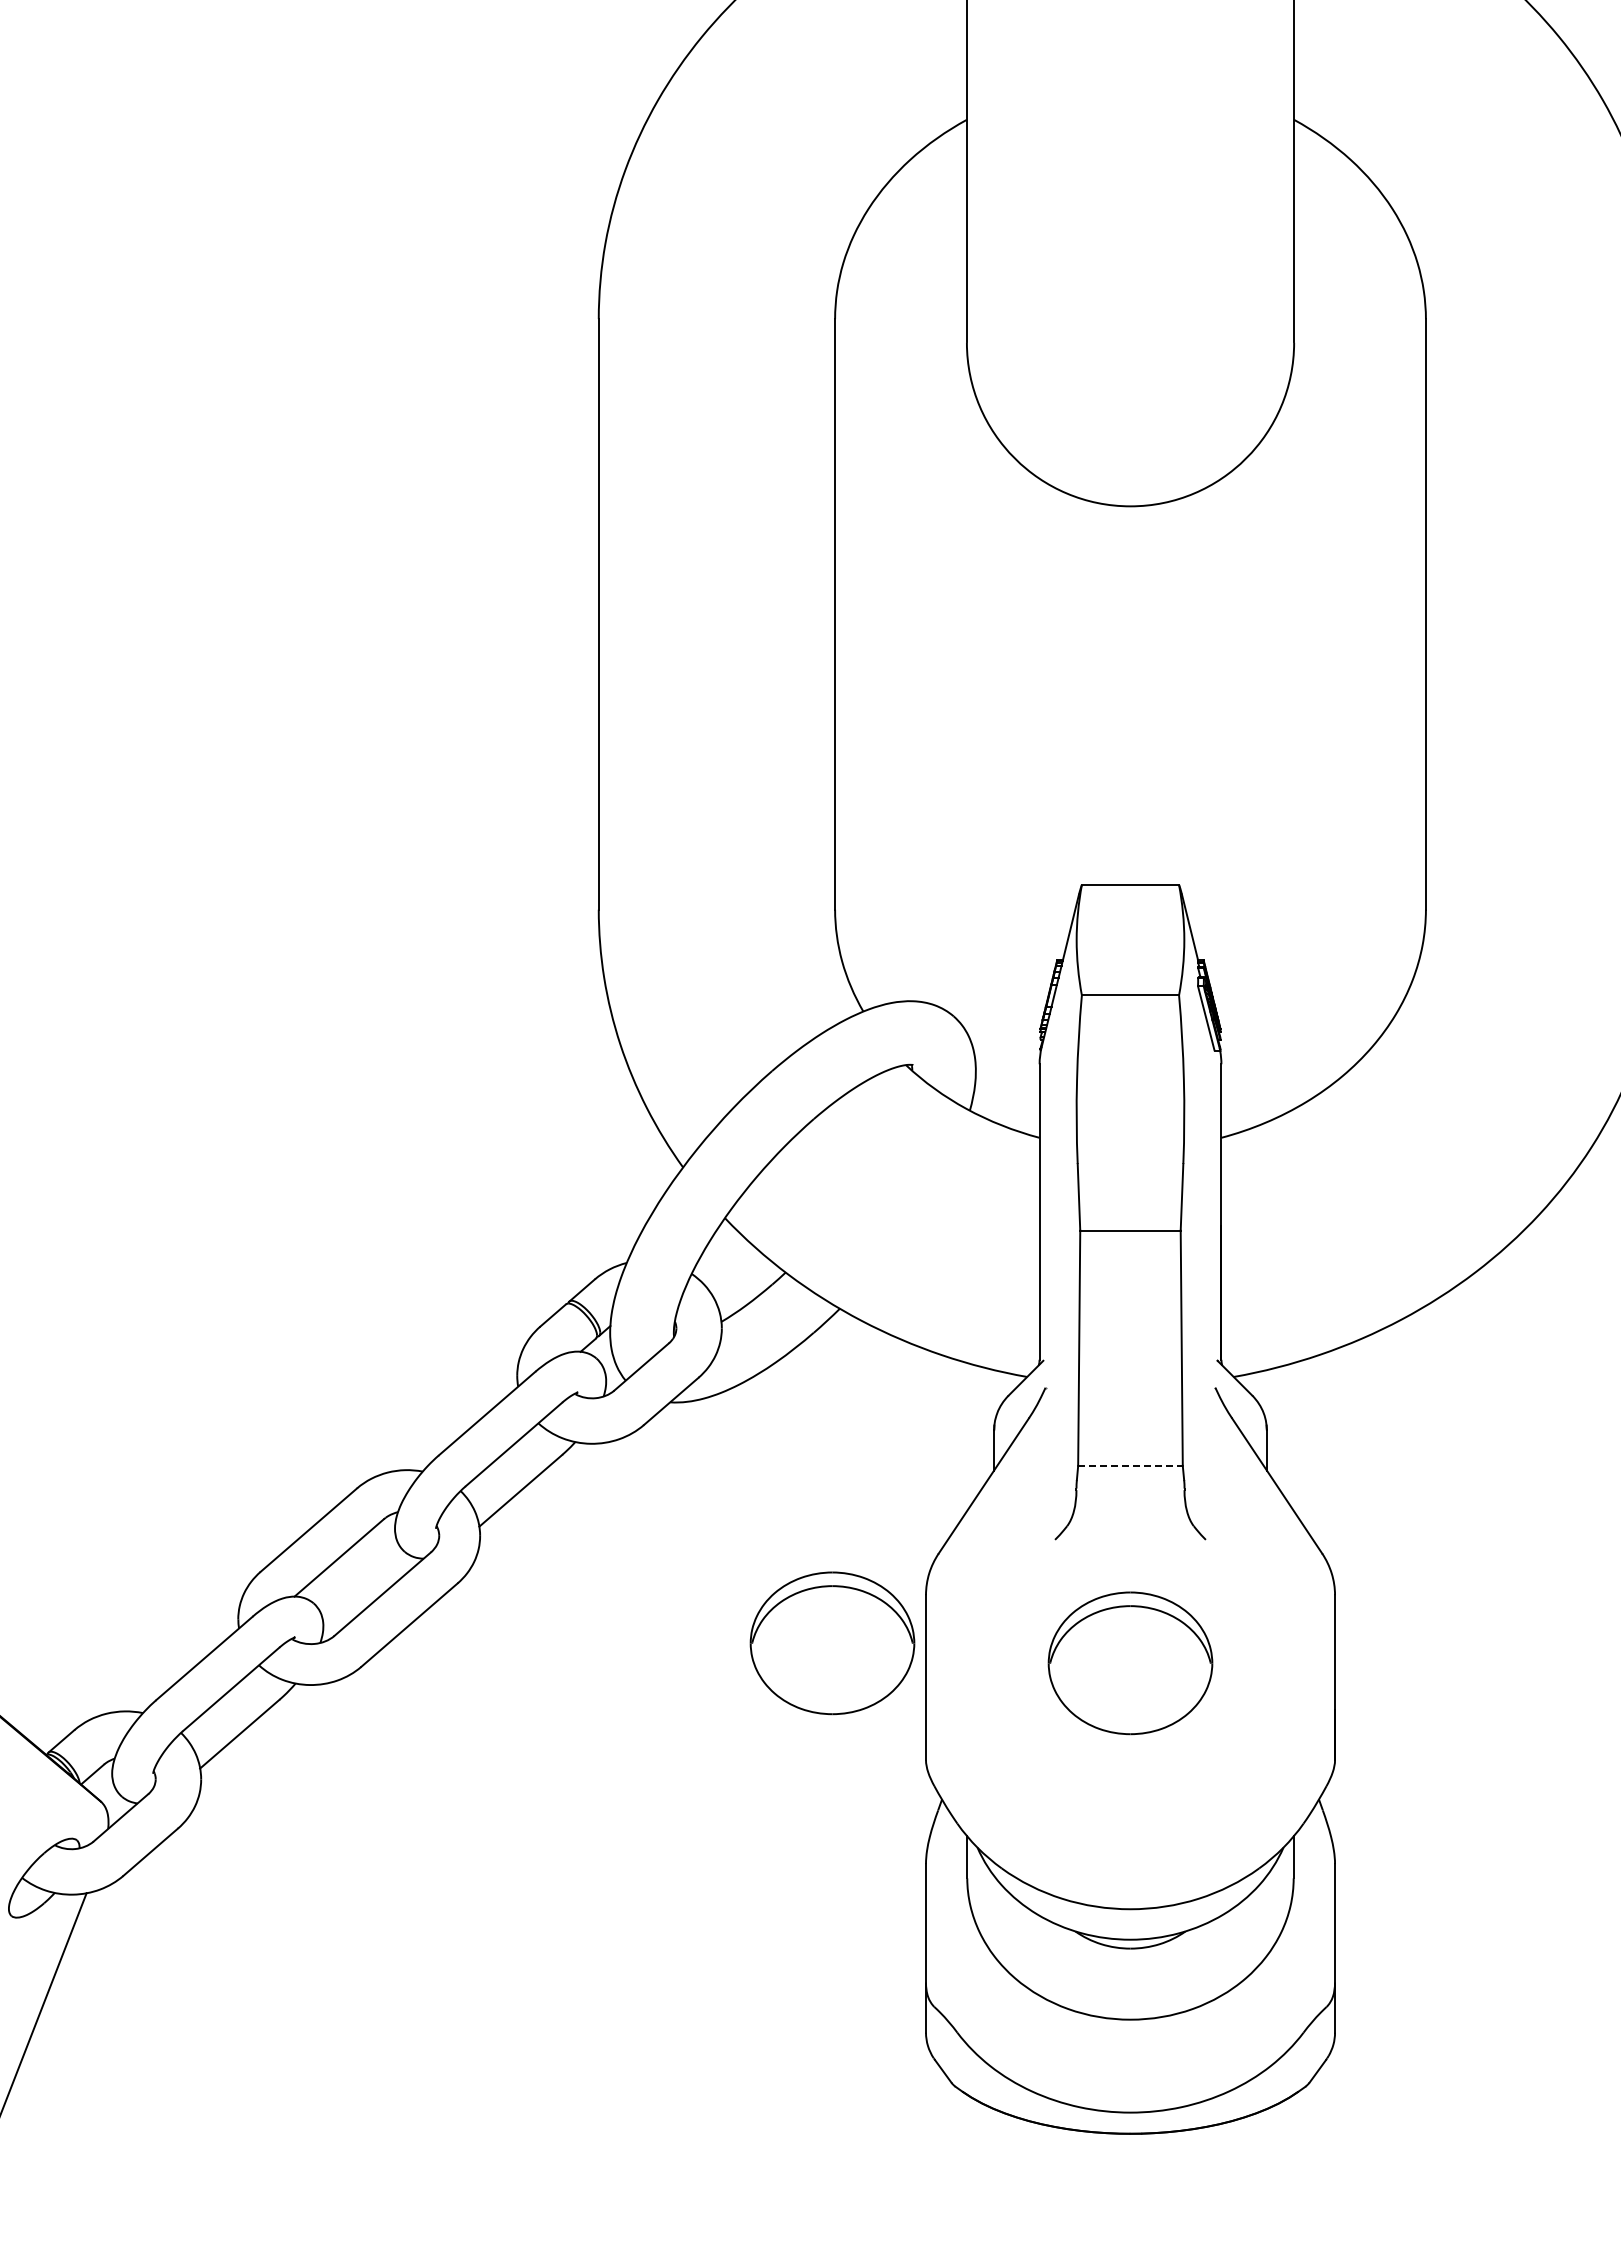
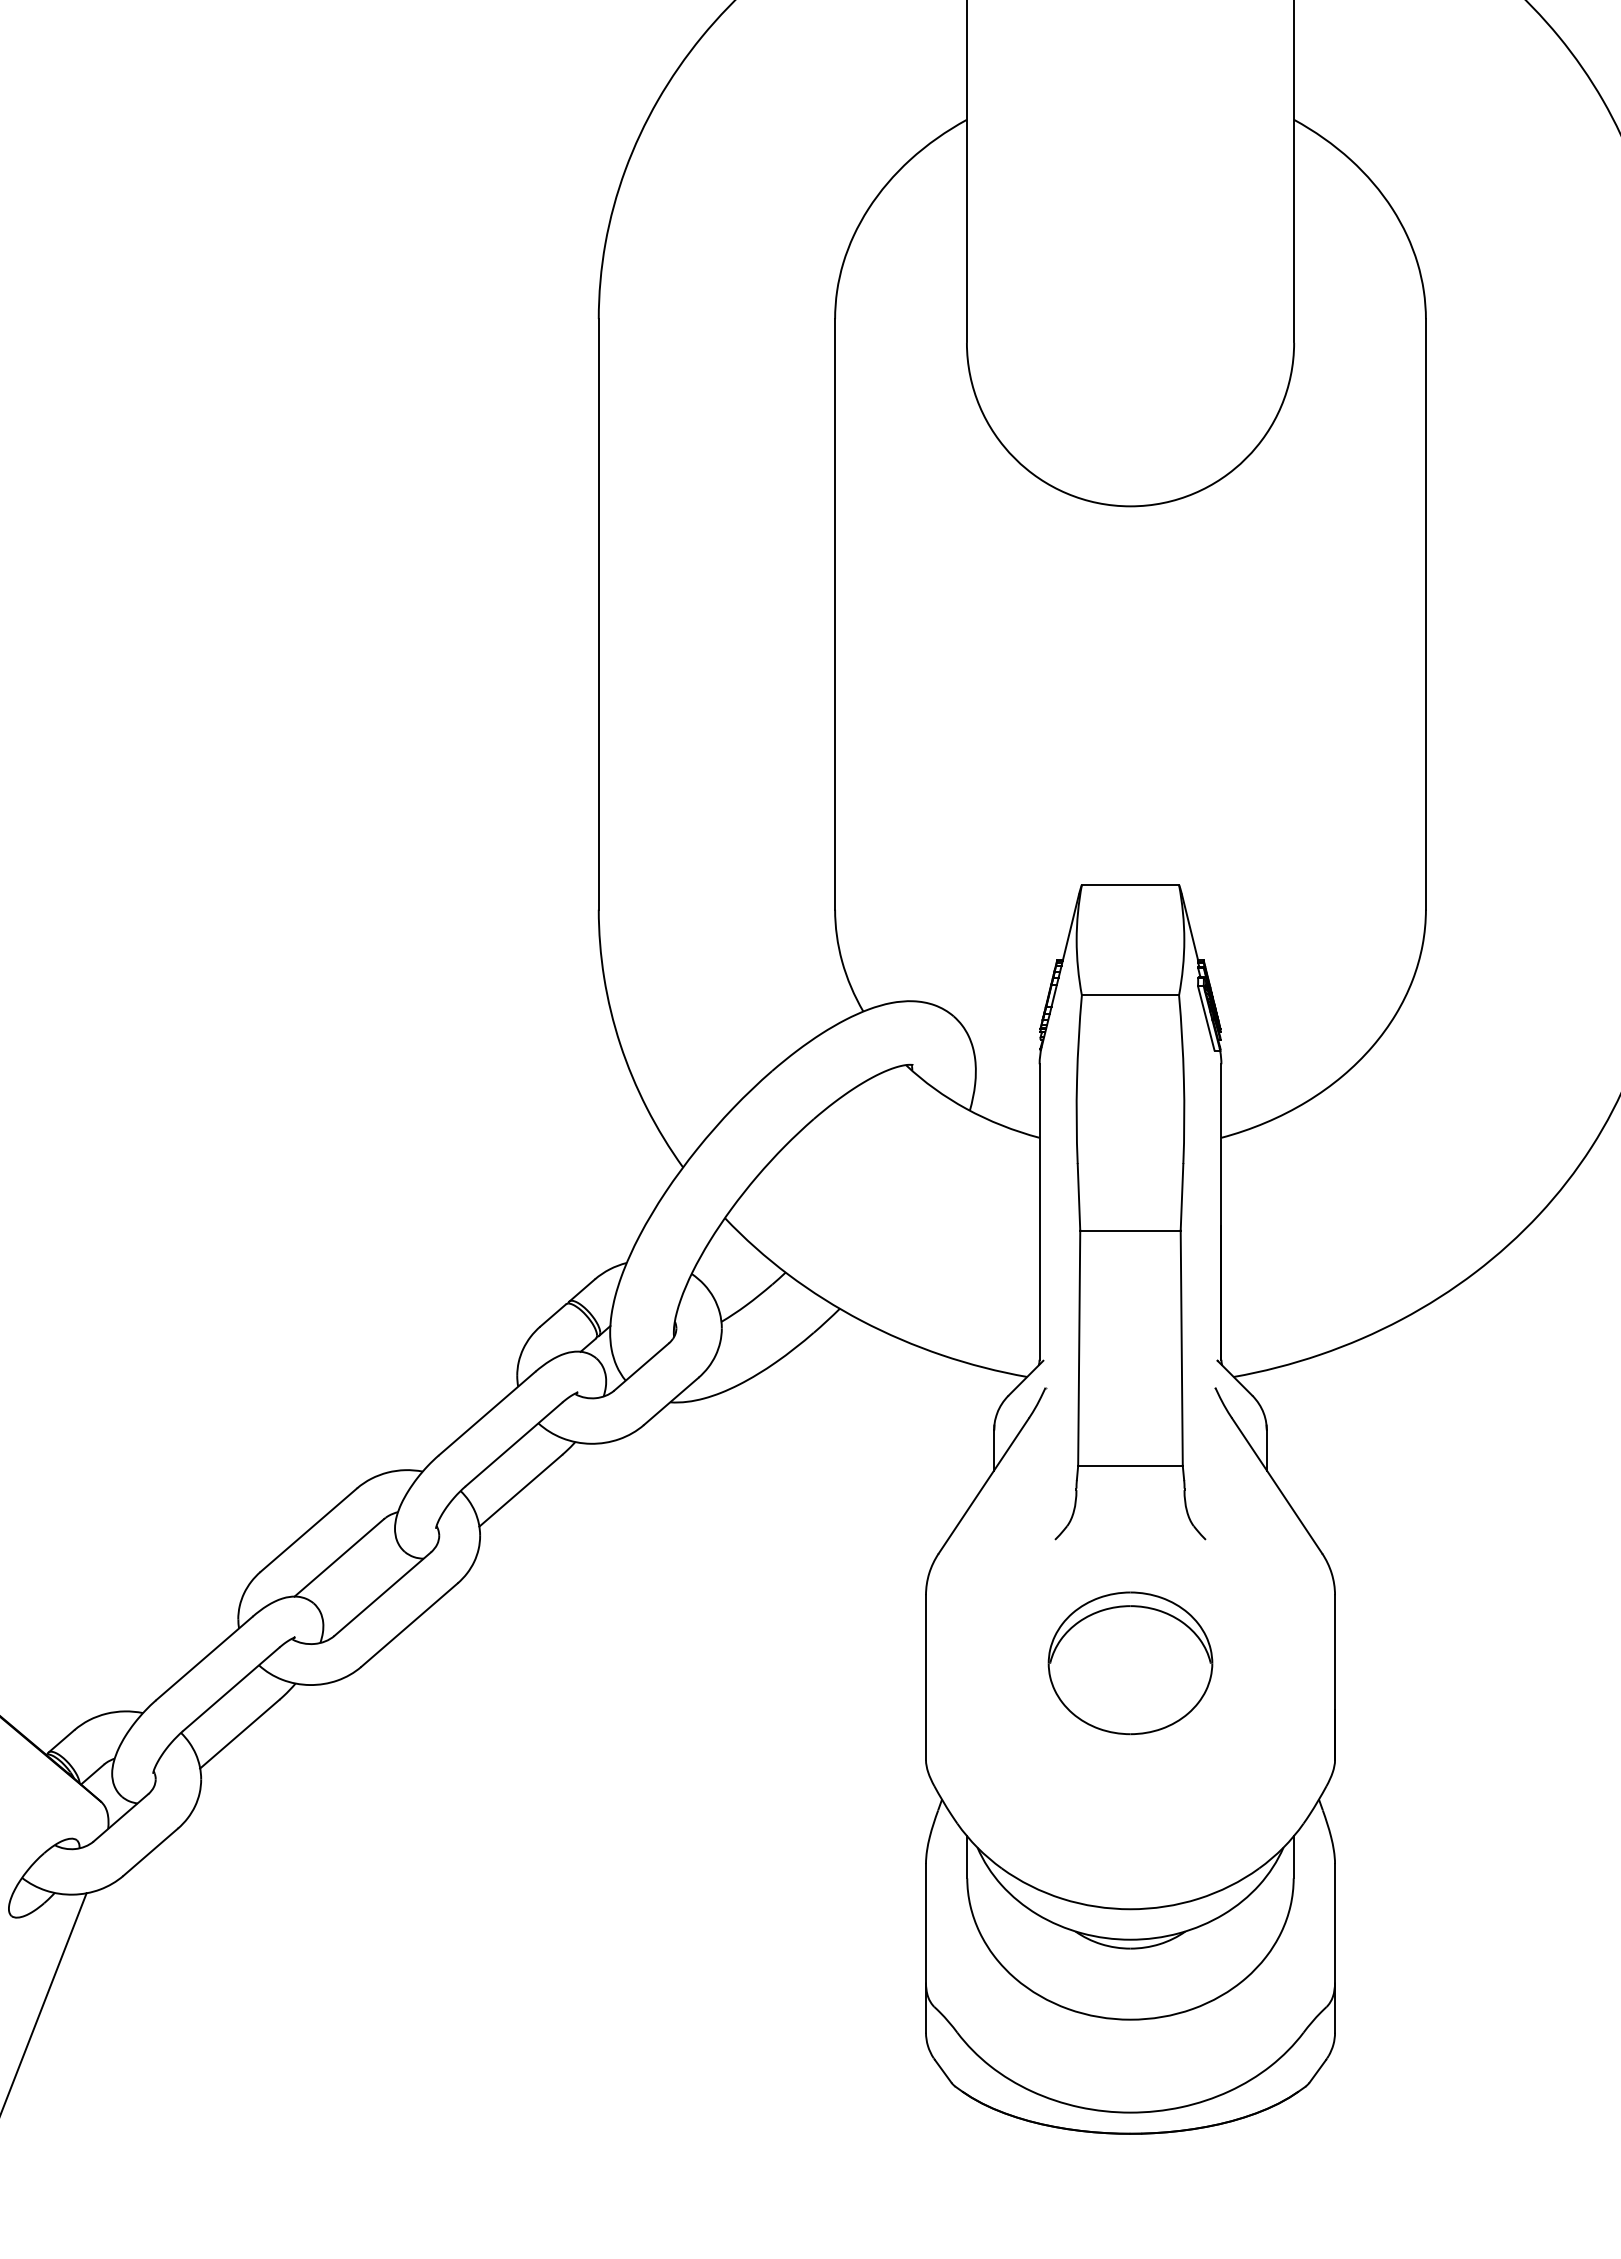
line at (1130, 1465): dashed -> solid
part at (832, 1643): present -> none
